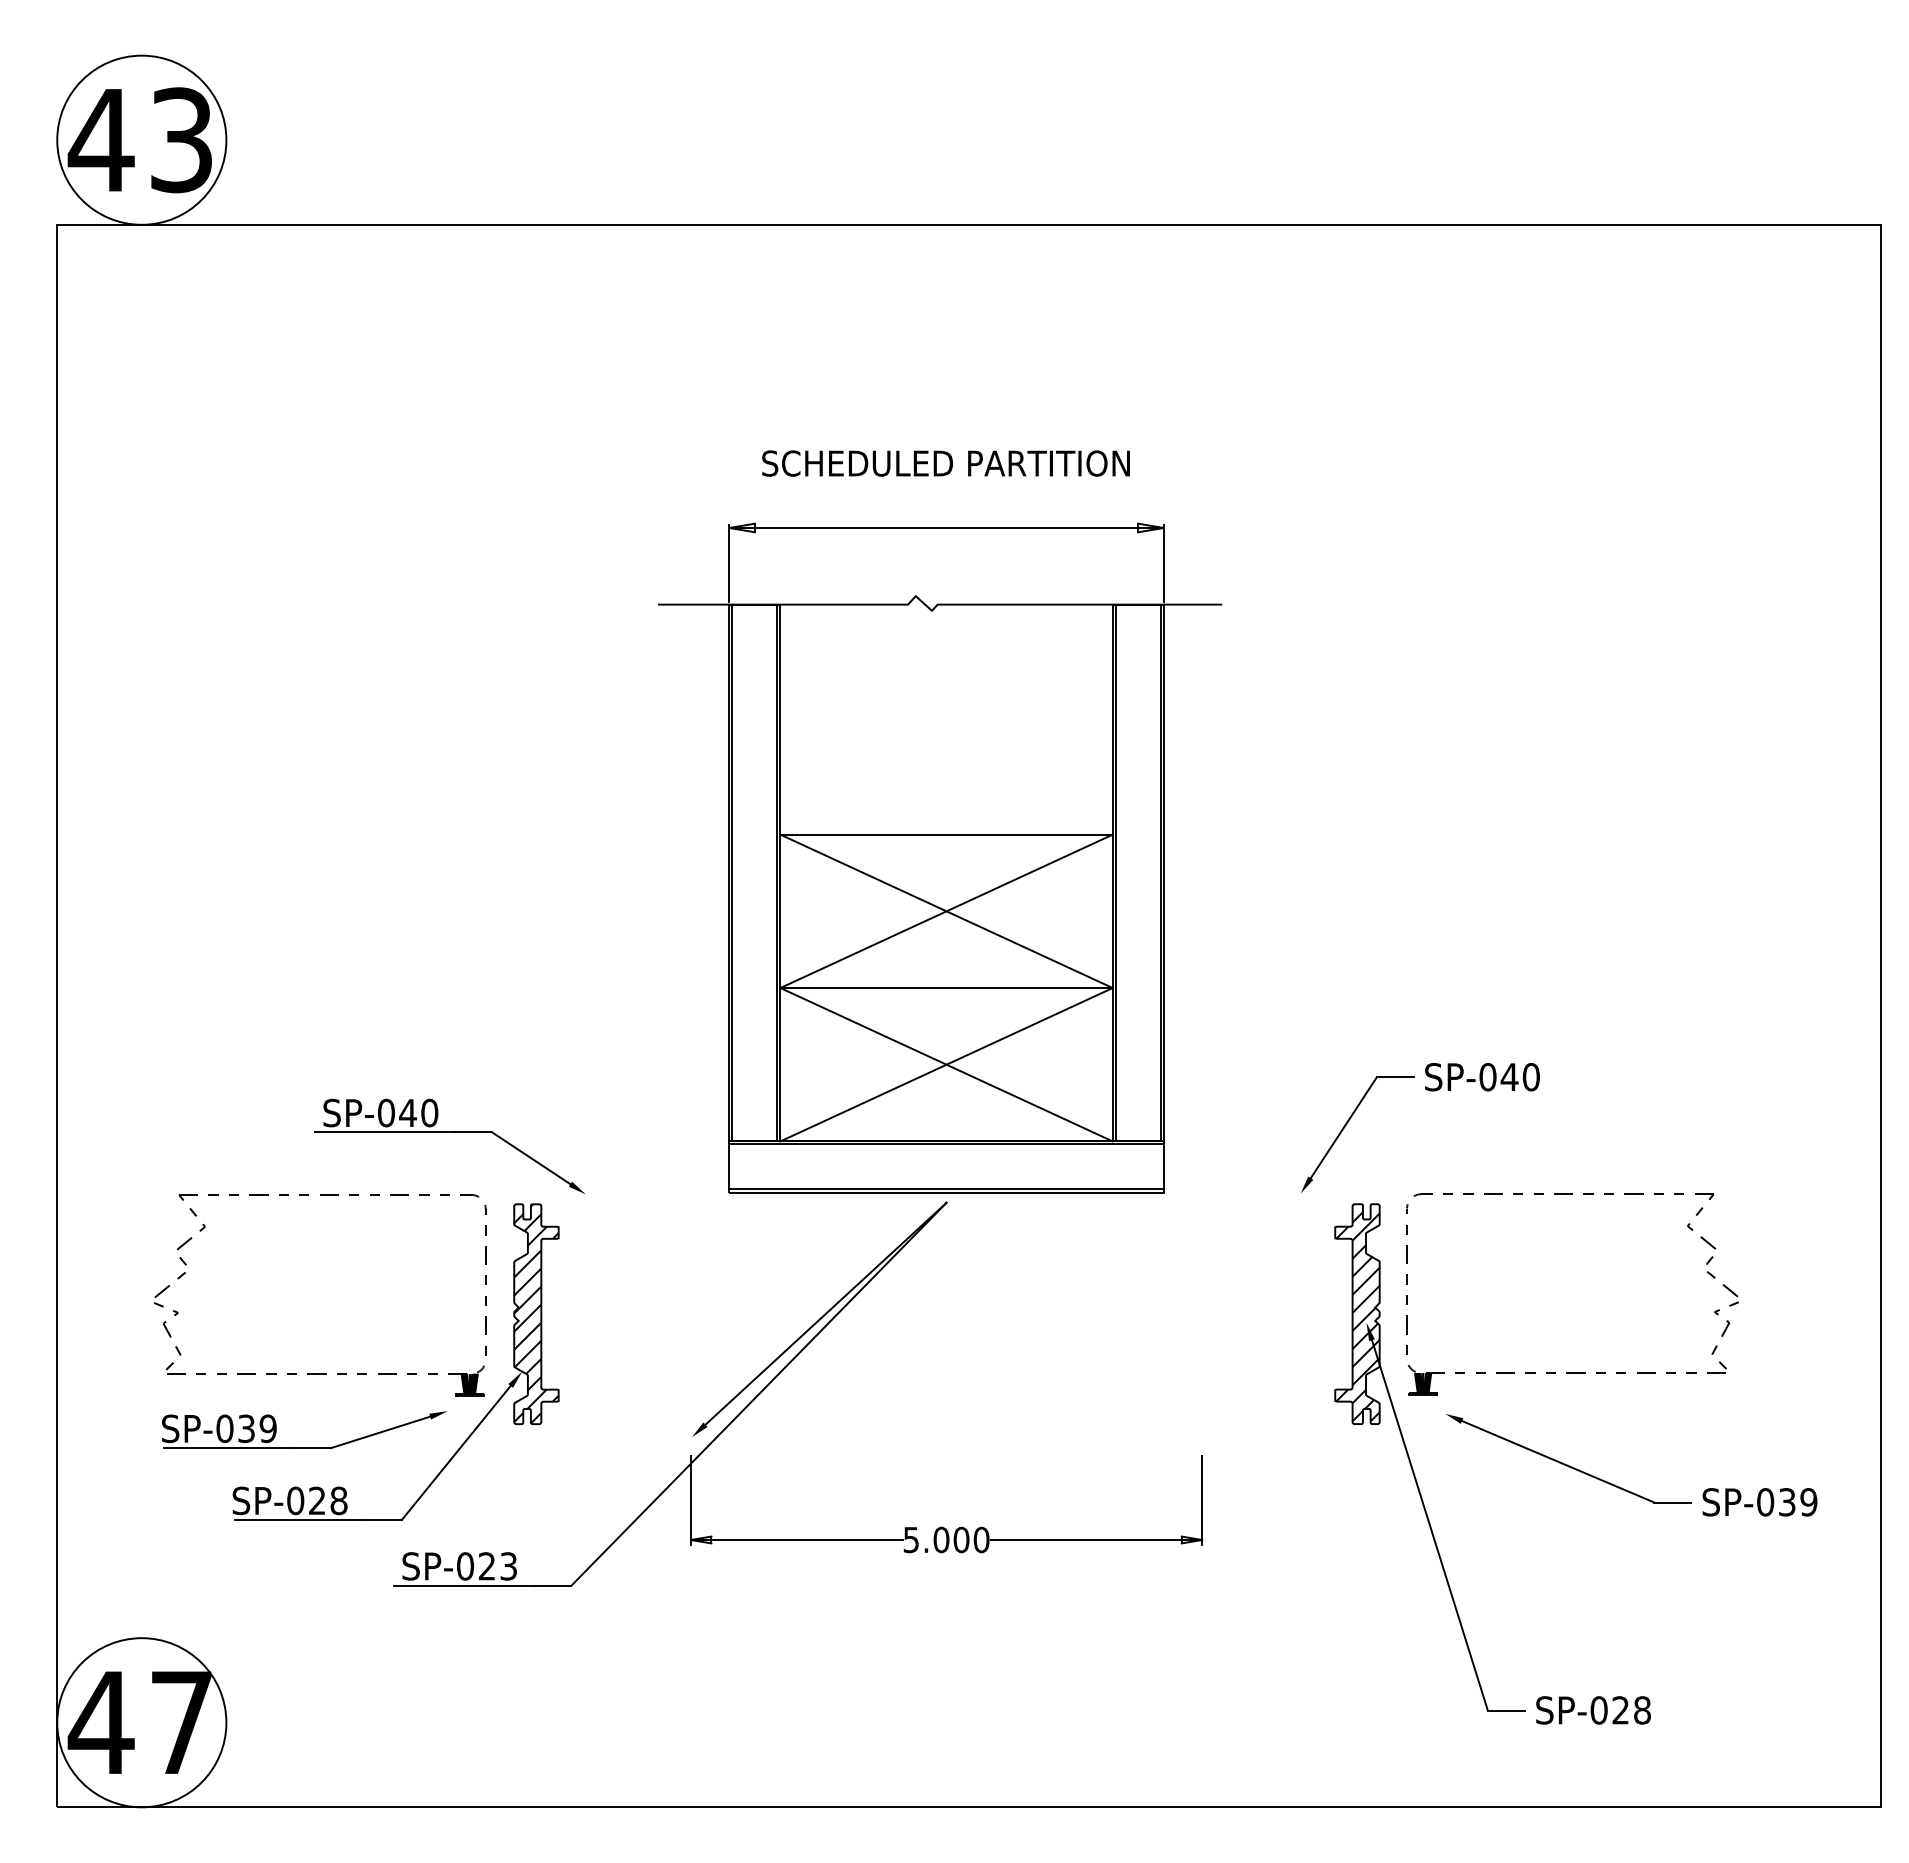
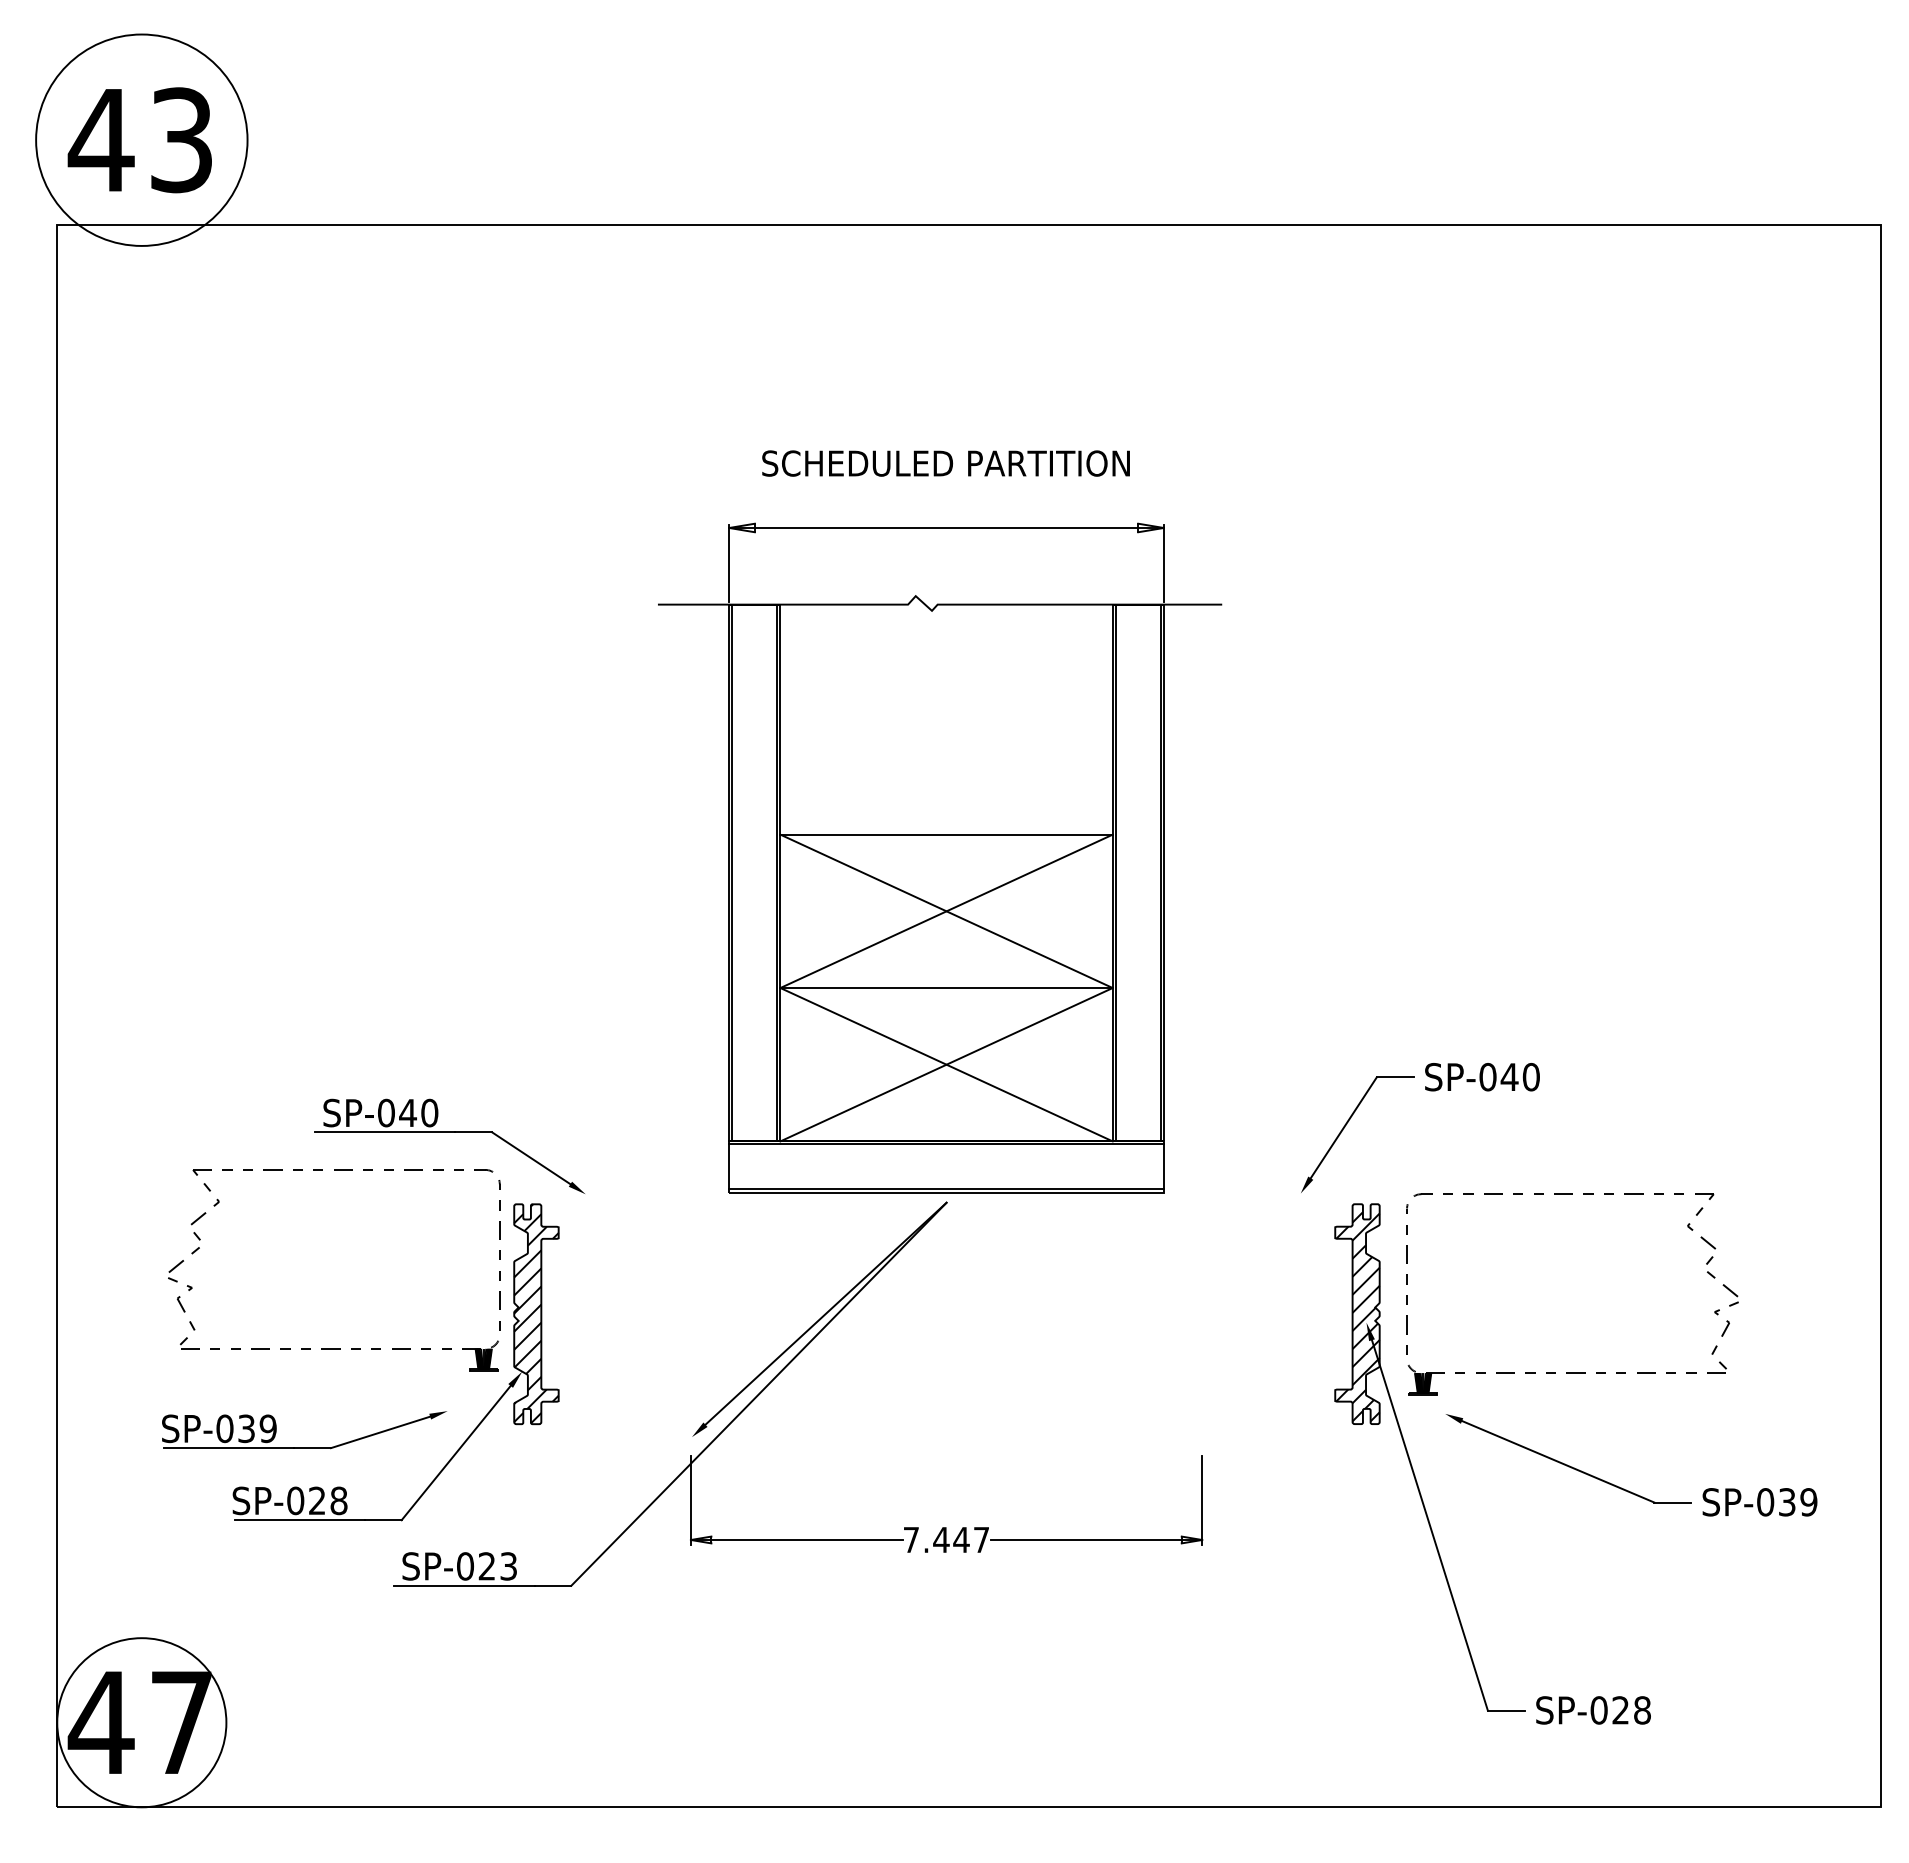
circle at (141, 139) diameter: 169 px -> 211 px
part at (320, 1373) position: (320, 1373) -> (334, 1348)
text at (946, 1539): 5.000 -> 7.447
